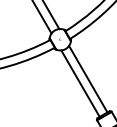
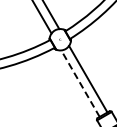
line at (80, 83): solid -> dashed
